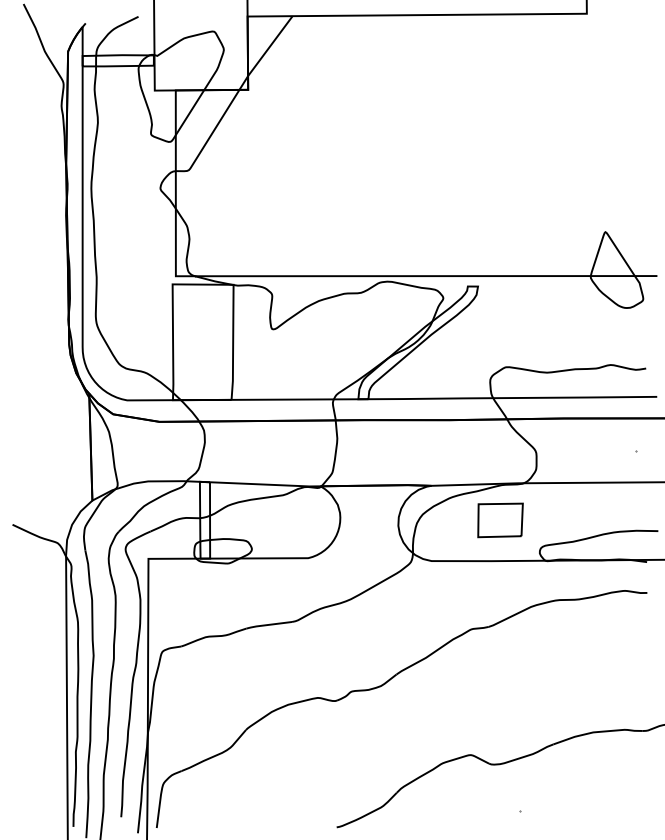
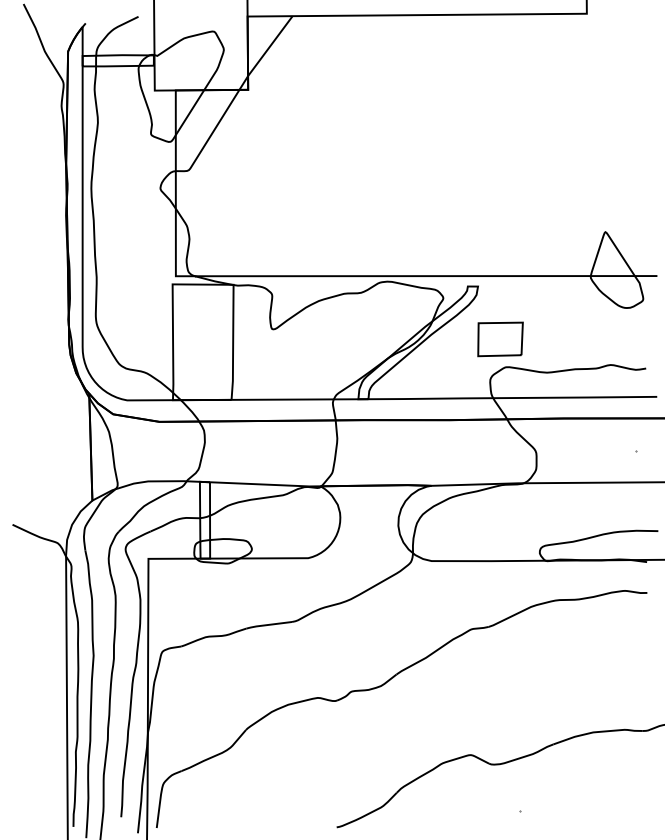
part at (500, 520) position: (500, 520) -> (500, 339)
